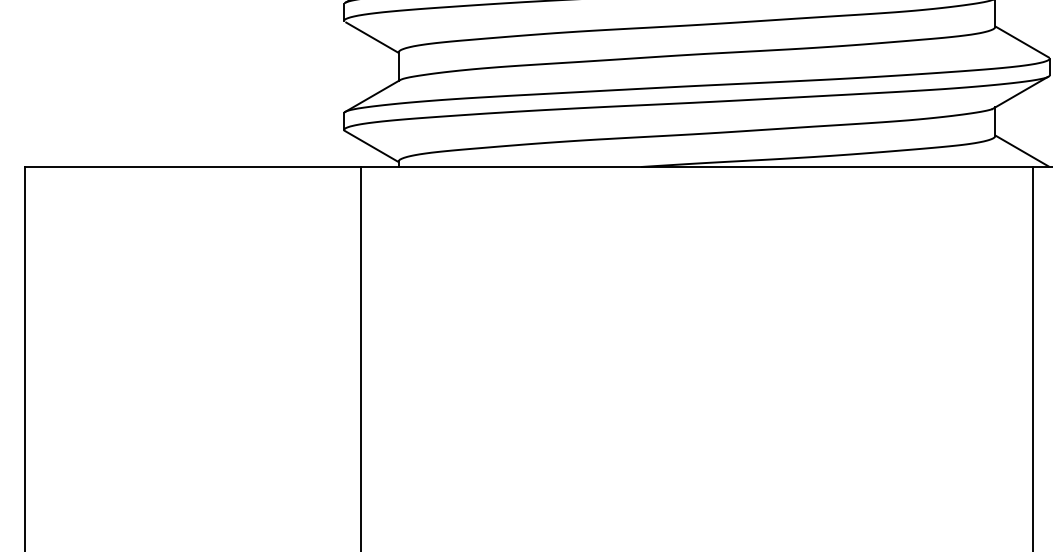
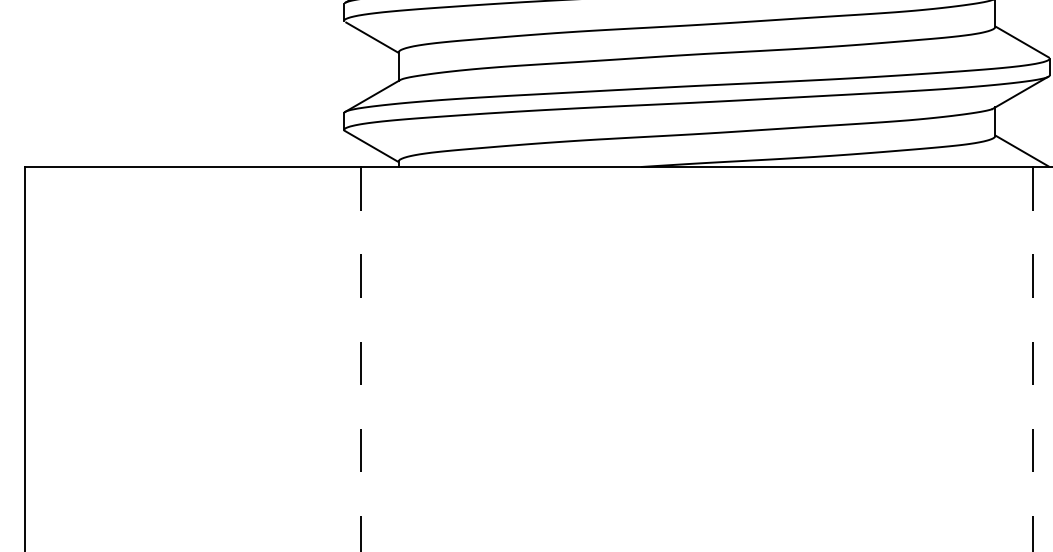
line at (361, 359): solid -> dashed
line at (1032, 359): solid -> dashed
